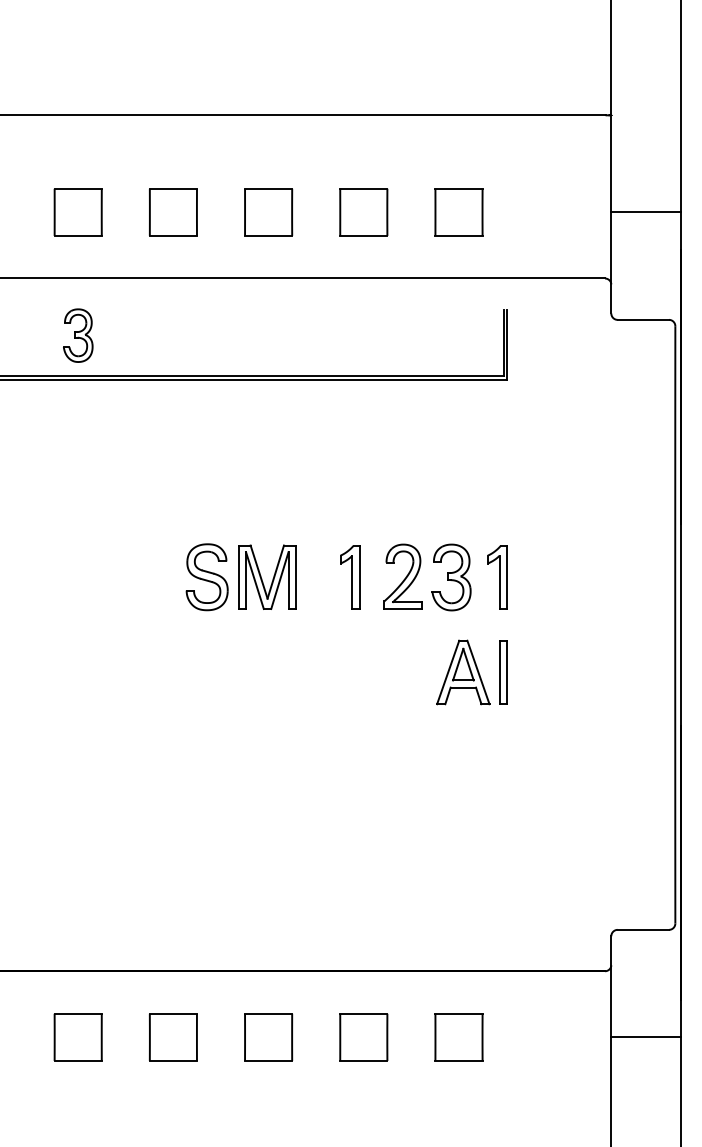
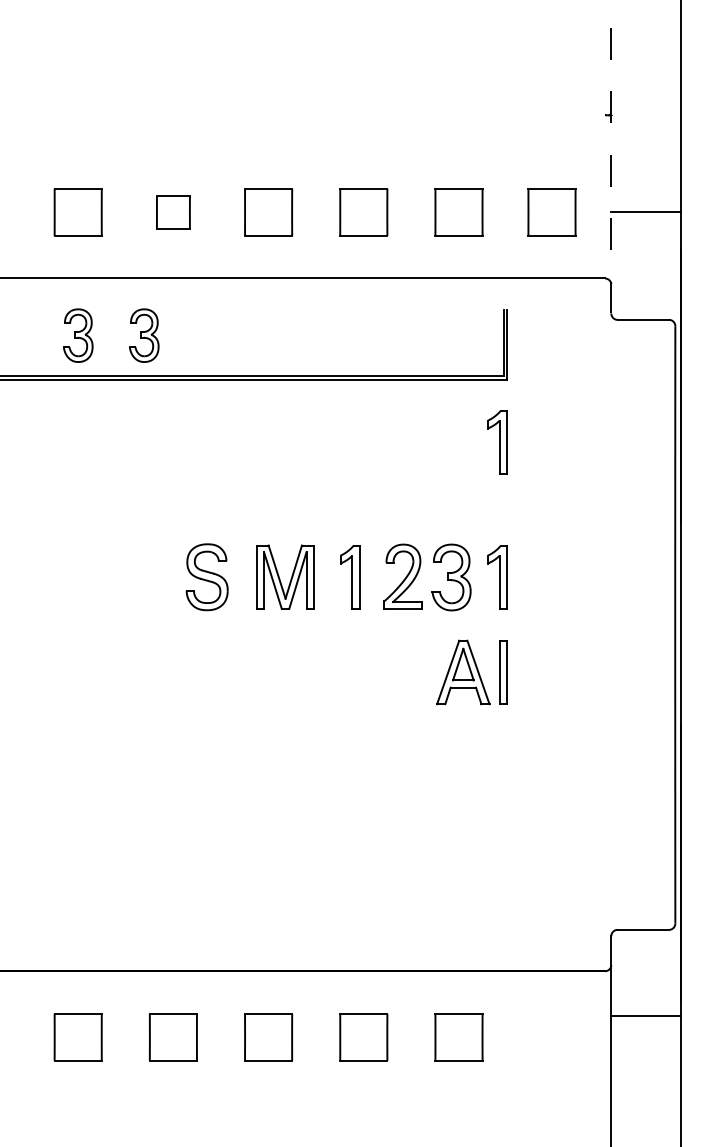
line at (303, 115): present -> none
line at (611, 156): solid -> dashed
part at (173, 212) size: 49x49 px -> 35x35 px
part at (551, 212): none -> present
part at (144, 335): none -> present
part at (497, 442): none -> present
part at (267, 576) position: (267, 576) -> (285, 576)
line at (646, 1037) position: (646, 1037) -> (646, 1016)
